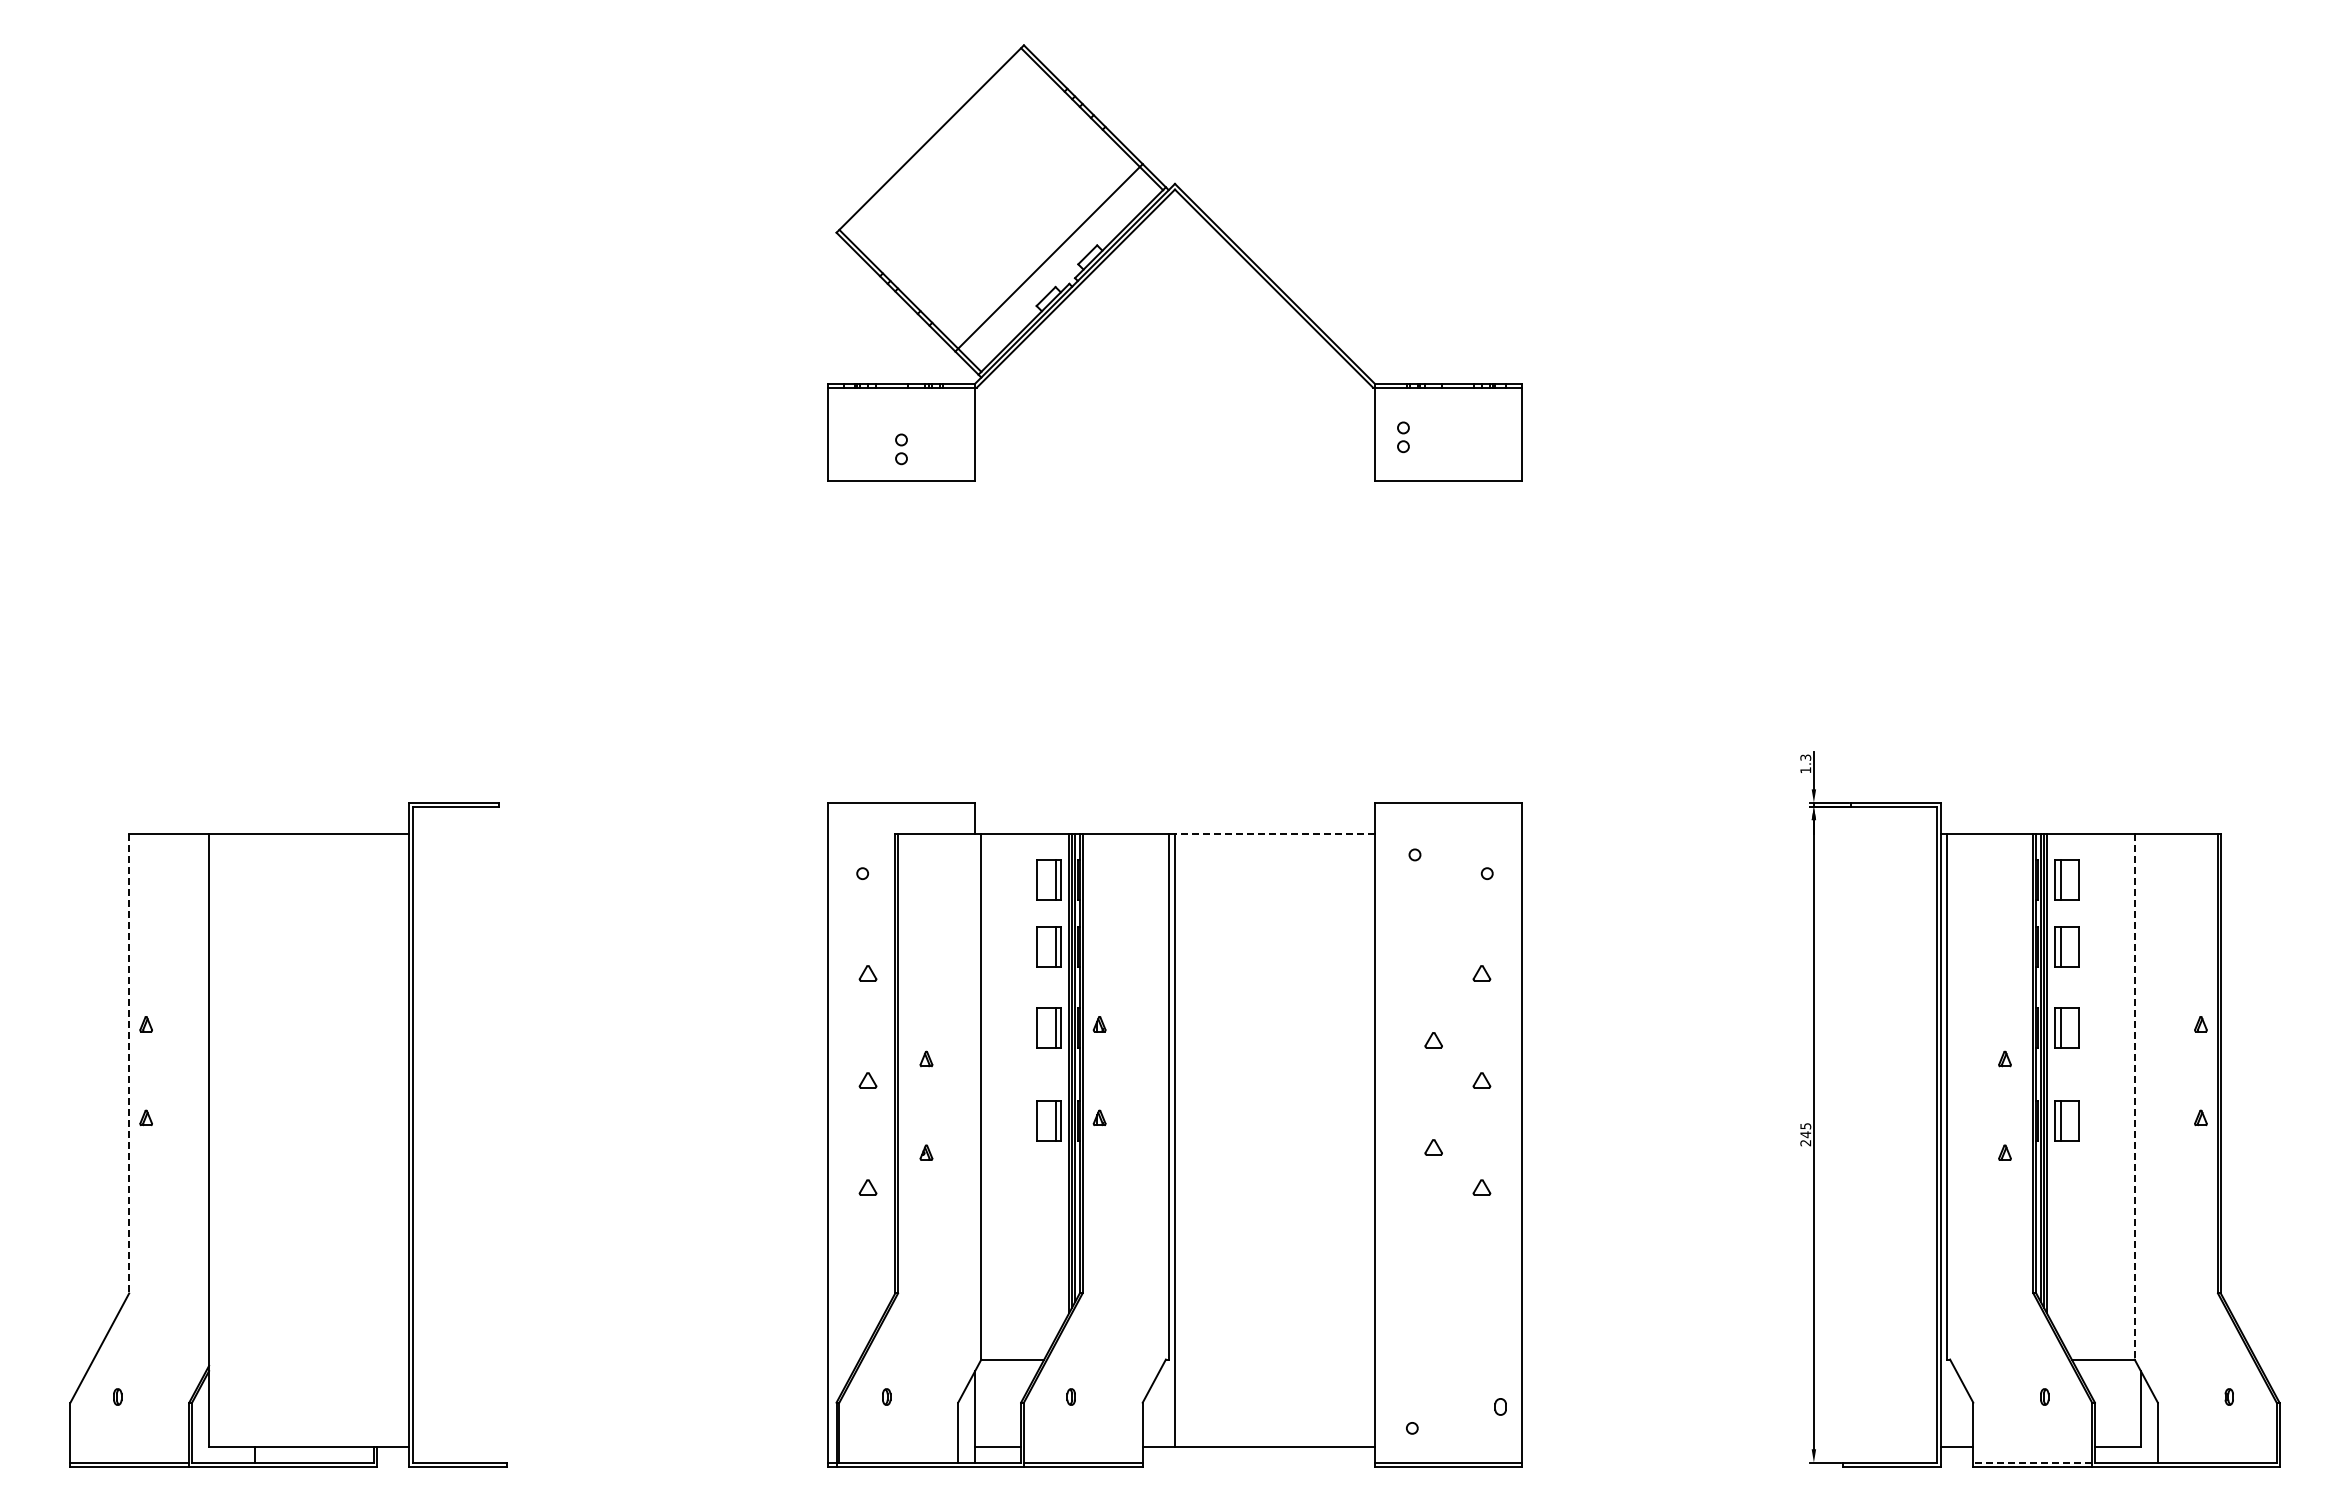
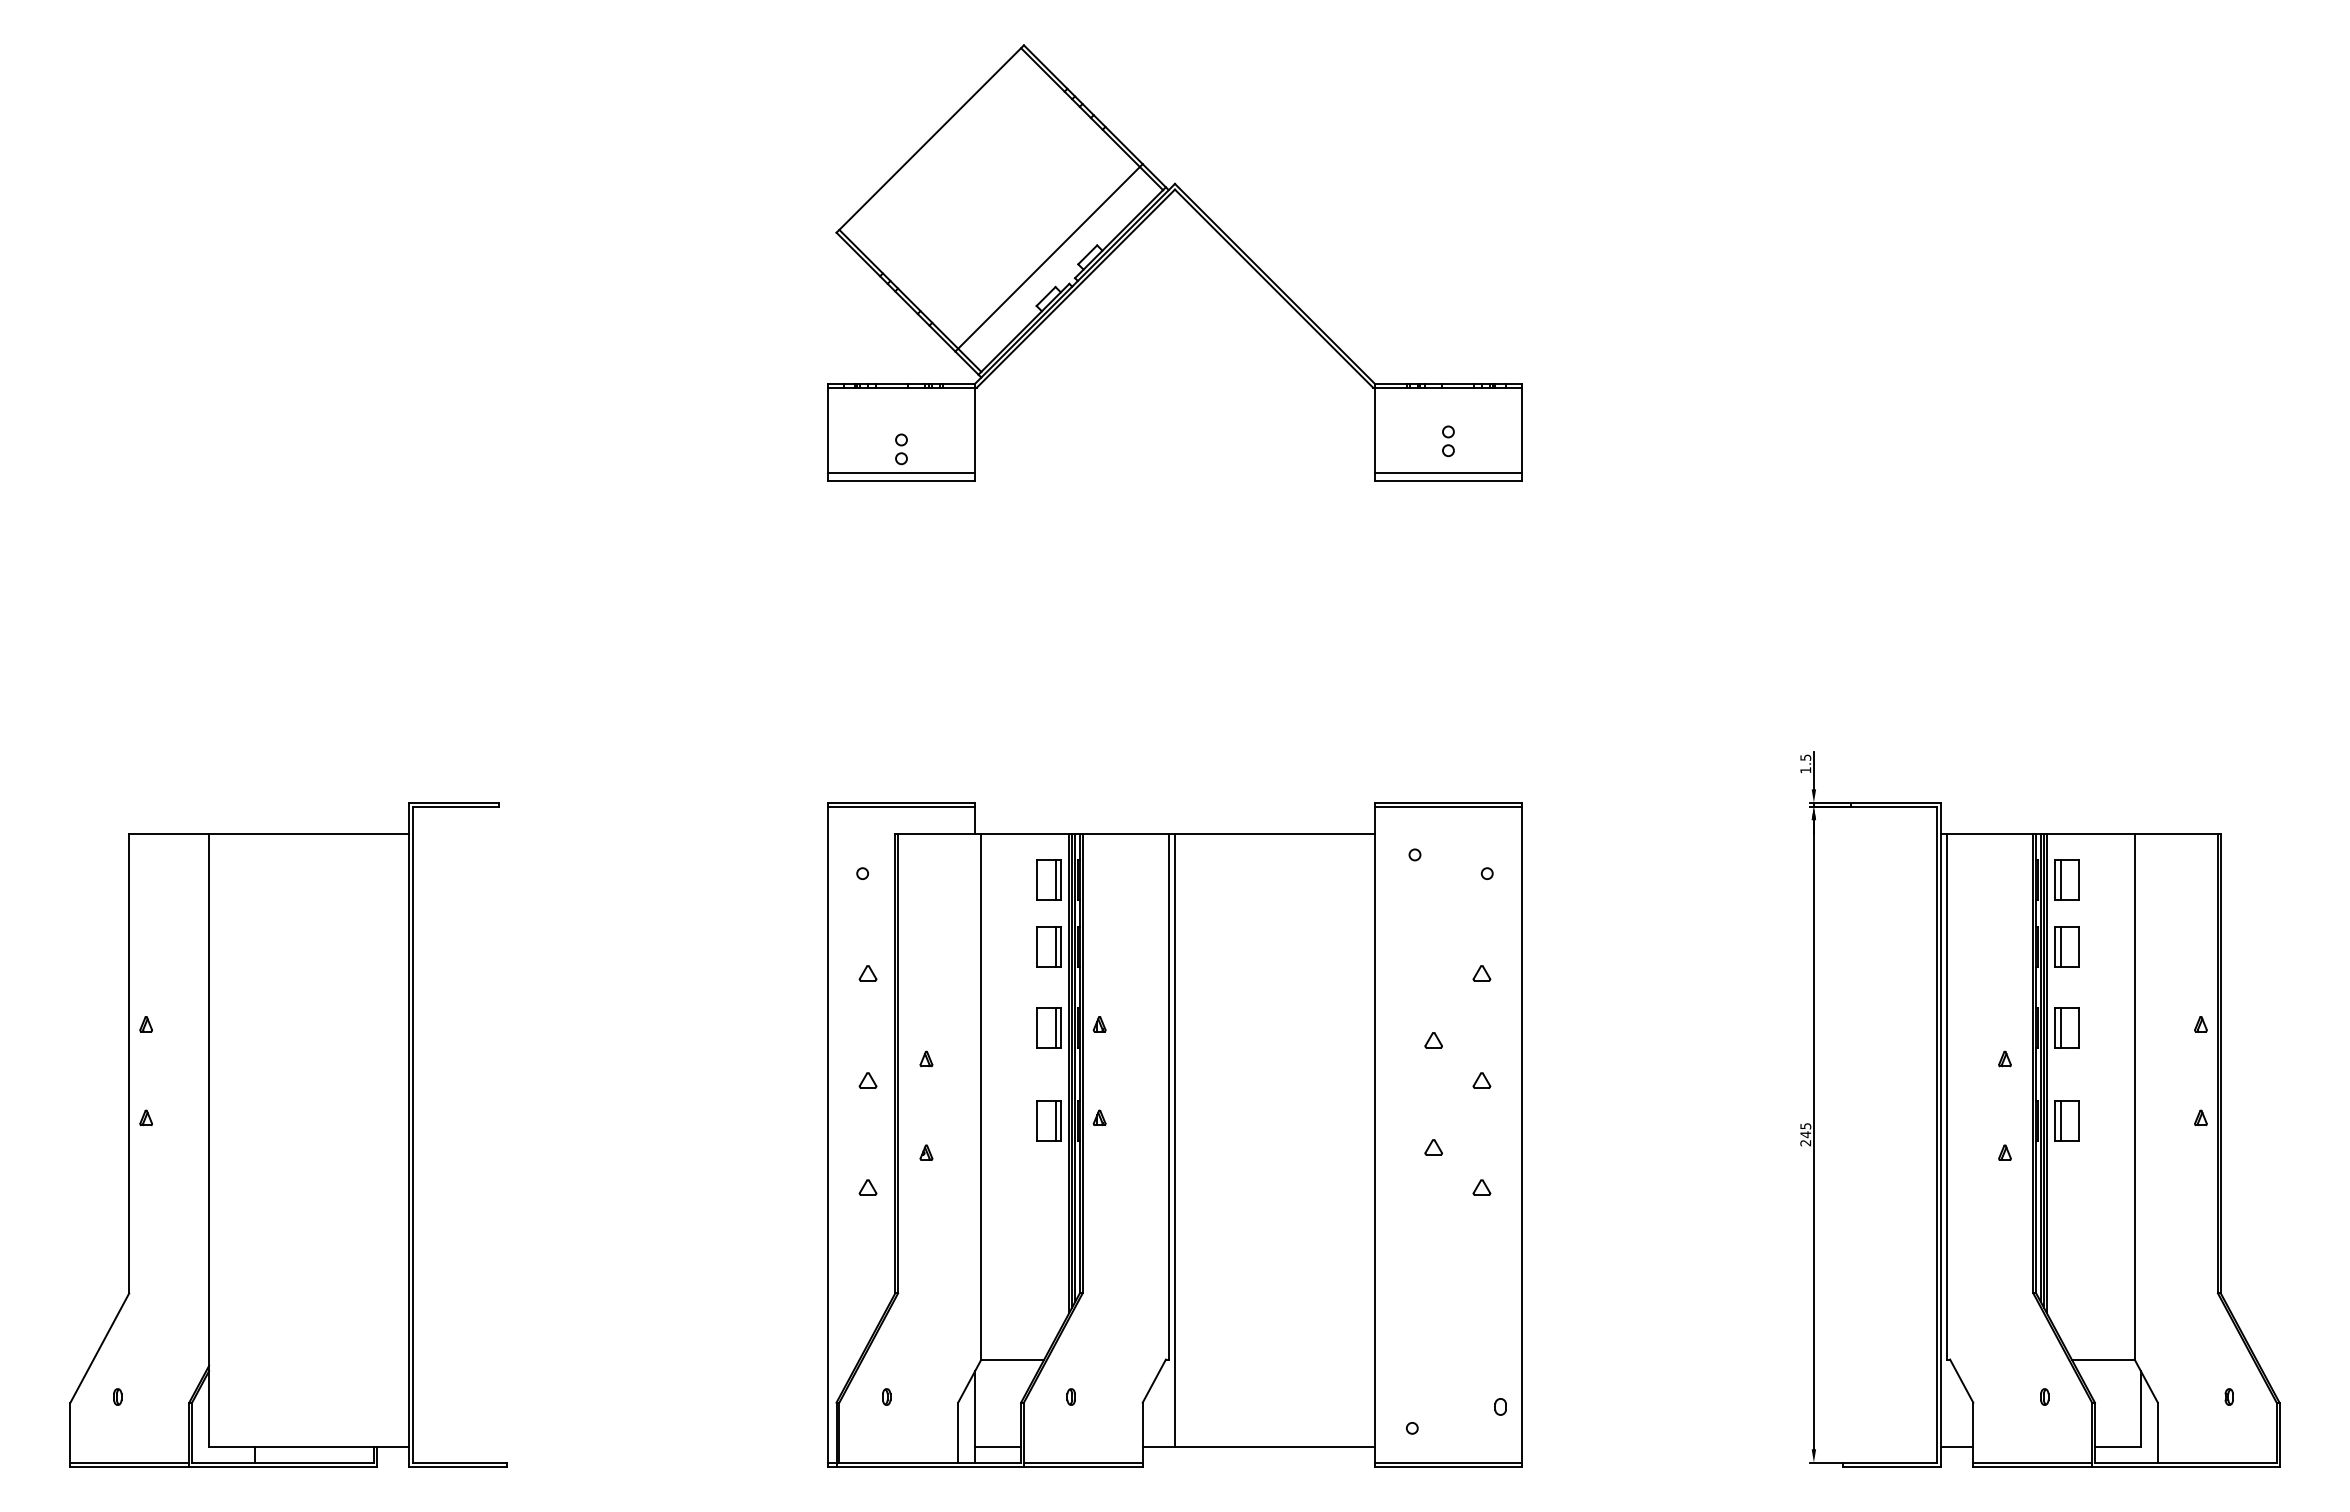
part at (1403, 437) position: (1403, 437) -> (1448, 441)
line at (901, 473): none -> present
line at (1448, 473): none -> present
text at (1805, 757): 1.3 -> 1.5
line at (901, 806): none -> present
line at (1448, 806): none -> present
line at (1274, 833): dashed -> solid
line at (129, 1063): dashed -> solid
line at (2134, 1097): dashed -> solid
line at (2032, 1462): dashed -> solid
